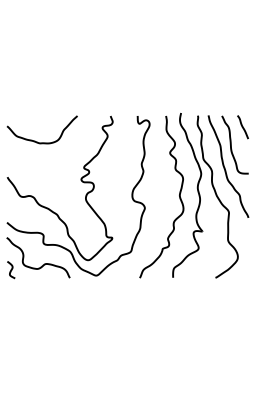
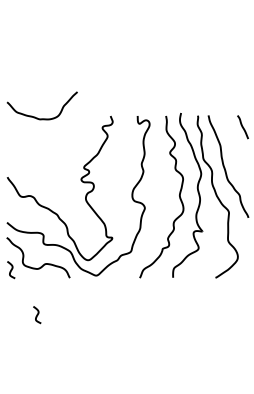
curve at (35, 140) position: (35, 140) -> (35, 116)
curve at (231, 144): present -> none
curve at (37, 315): none -> present
